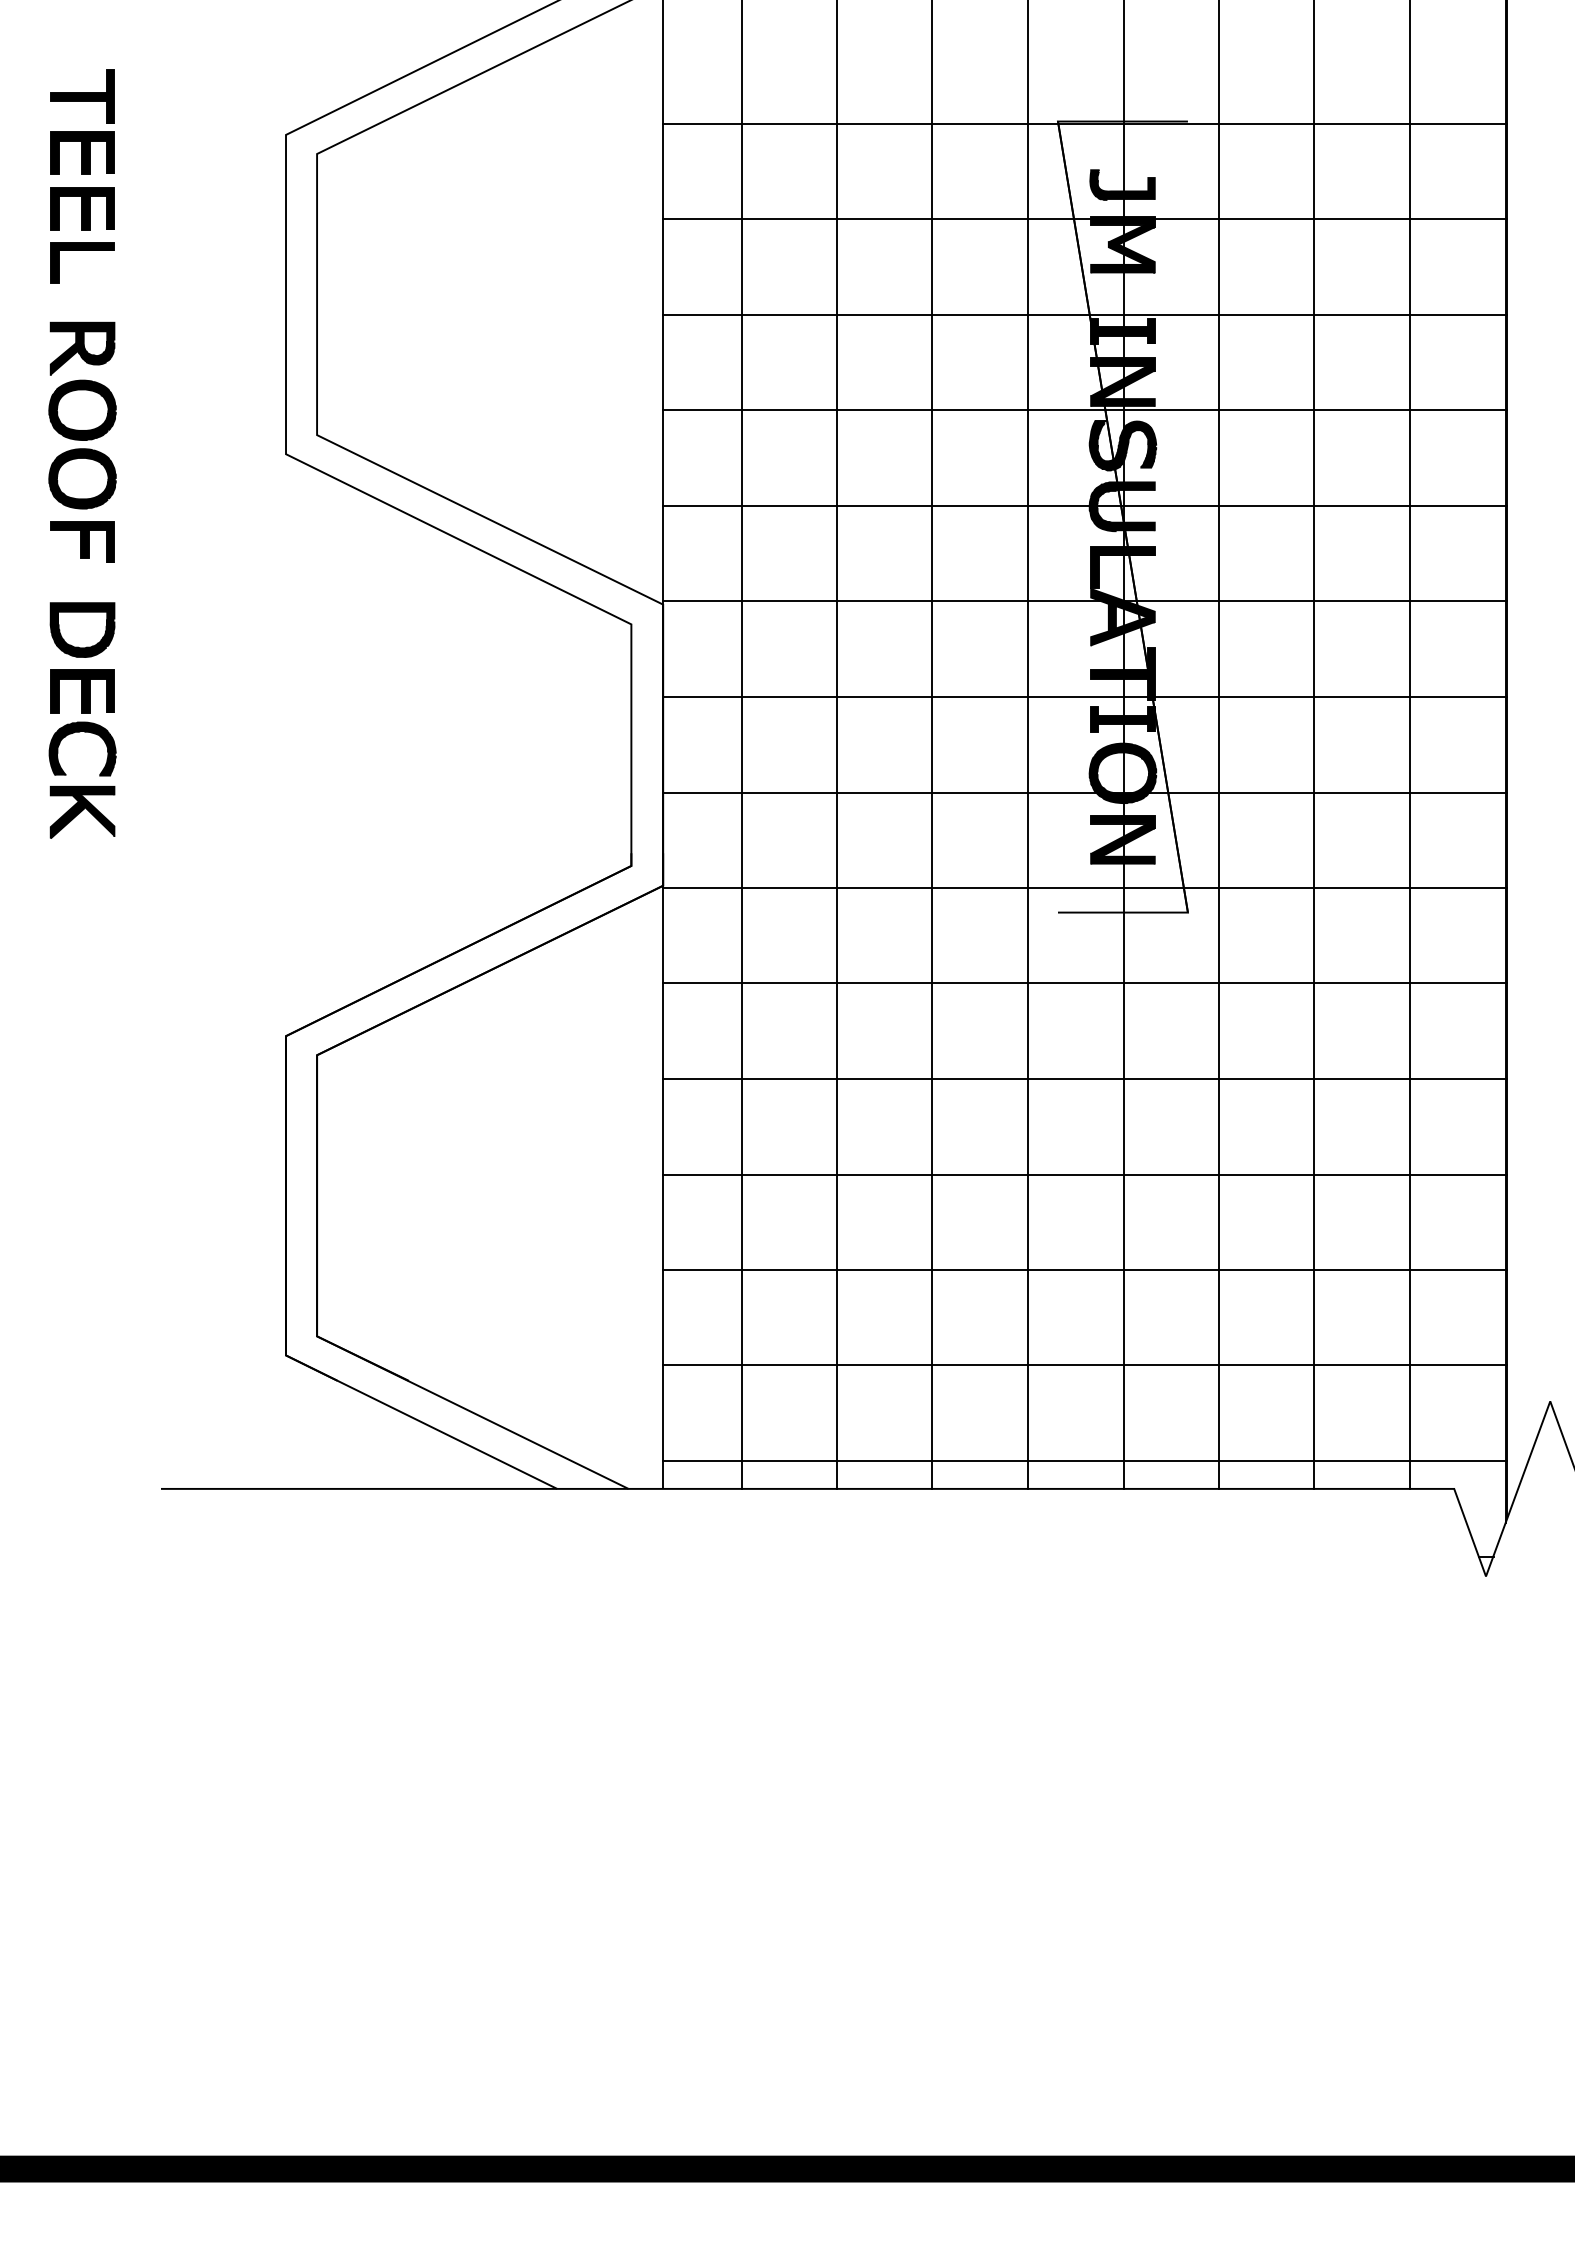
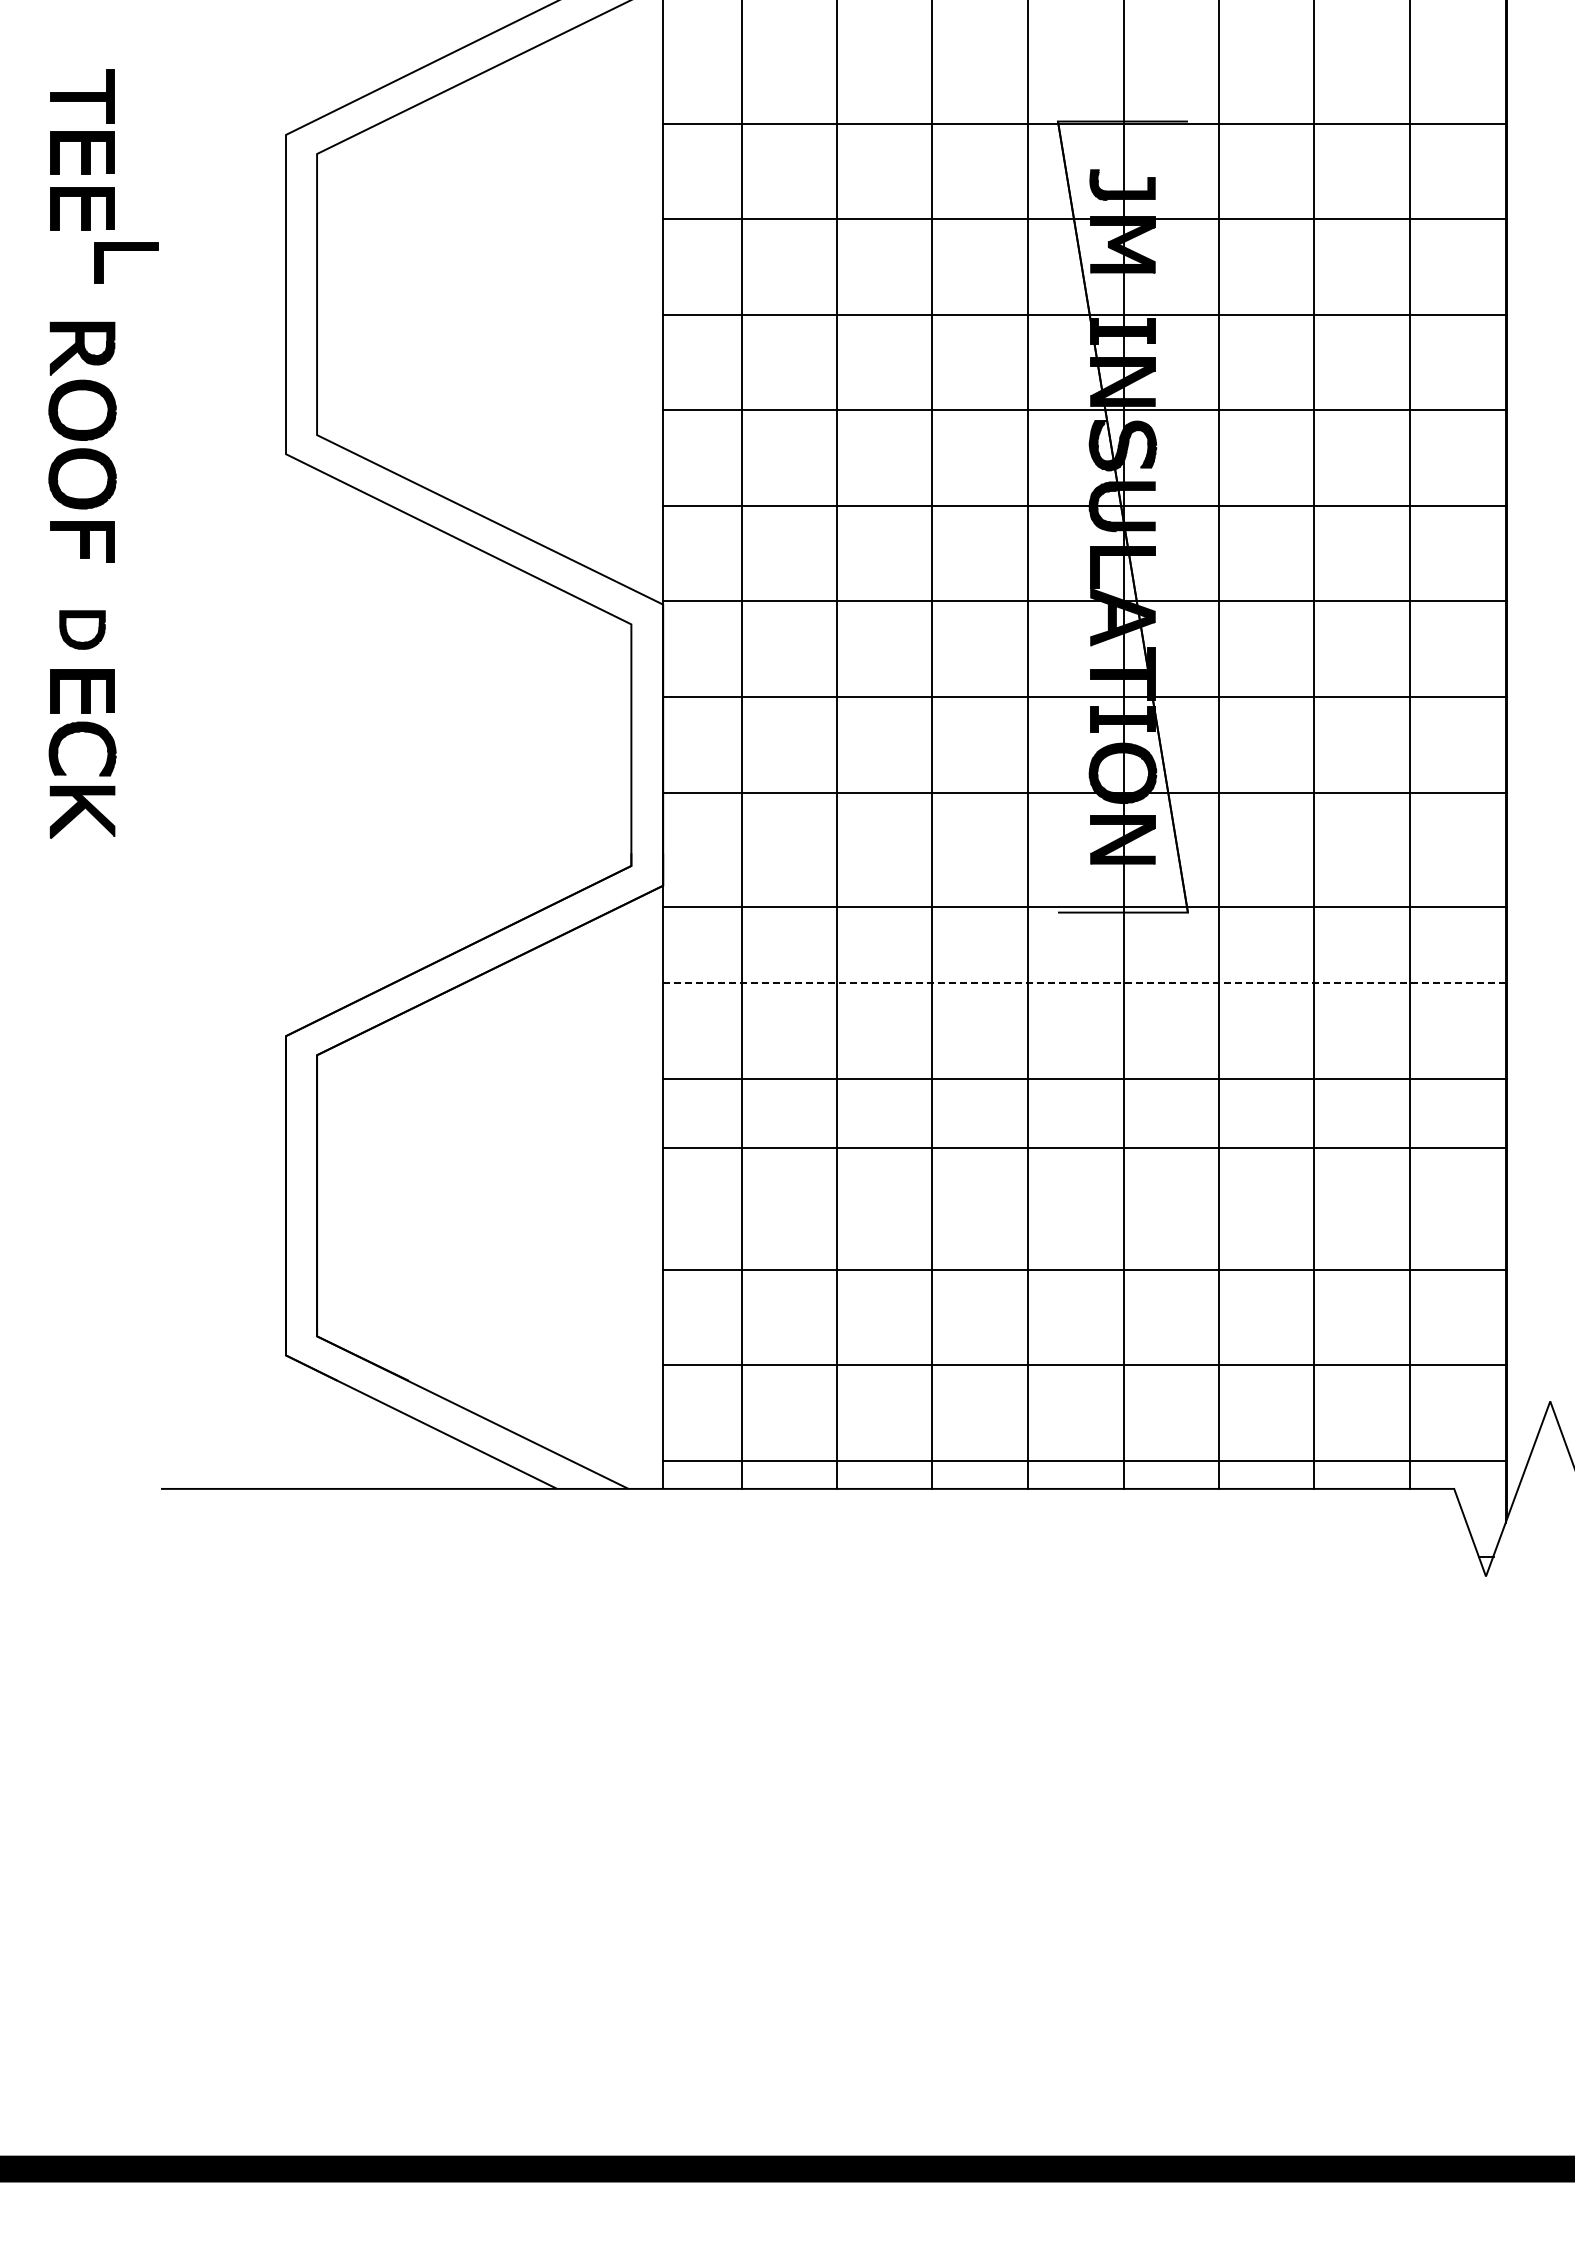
part at (82, 250) position: (82, 250) -> (126, 250)
part at (82, 629) size: 67x56 px -> 47x40 px
line at (1085, 887) position: (1085, 887) -> (1085, 906)
line at (1085, 983): solid -> dashed
line at (1085, 1174) position: (1085, 1174) -> (1085, 1147)
